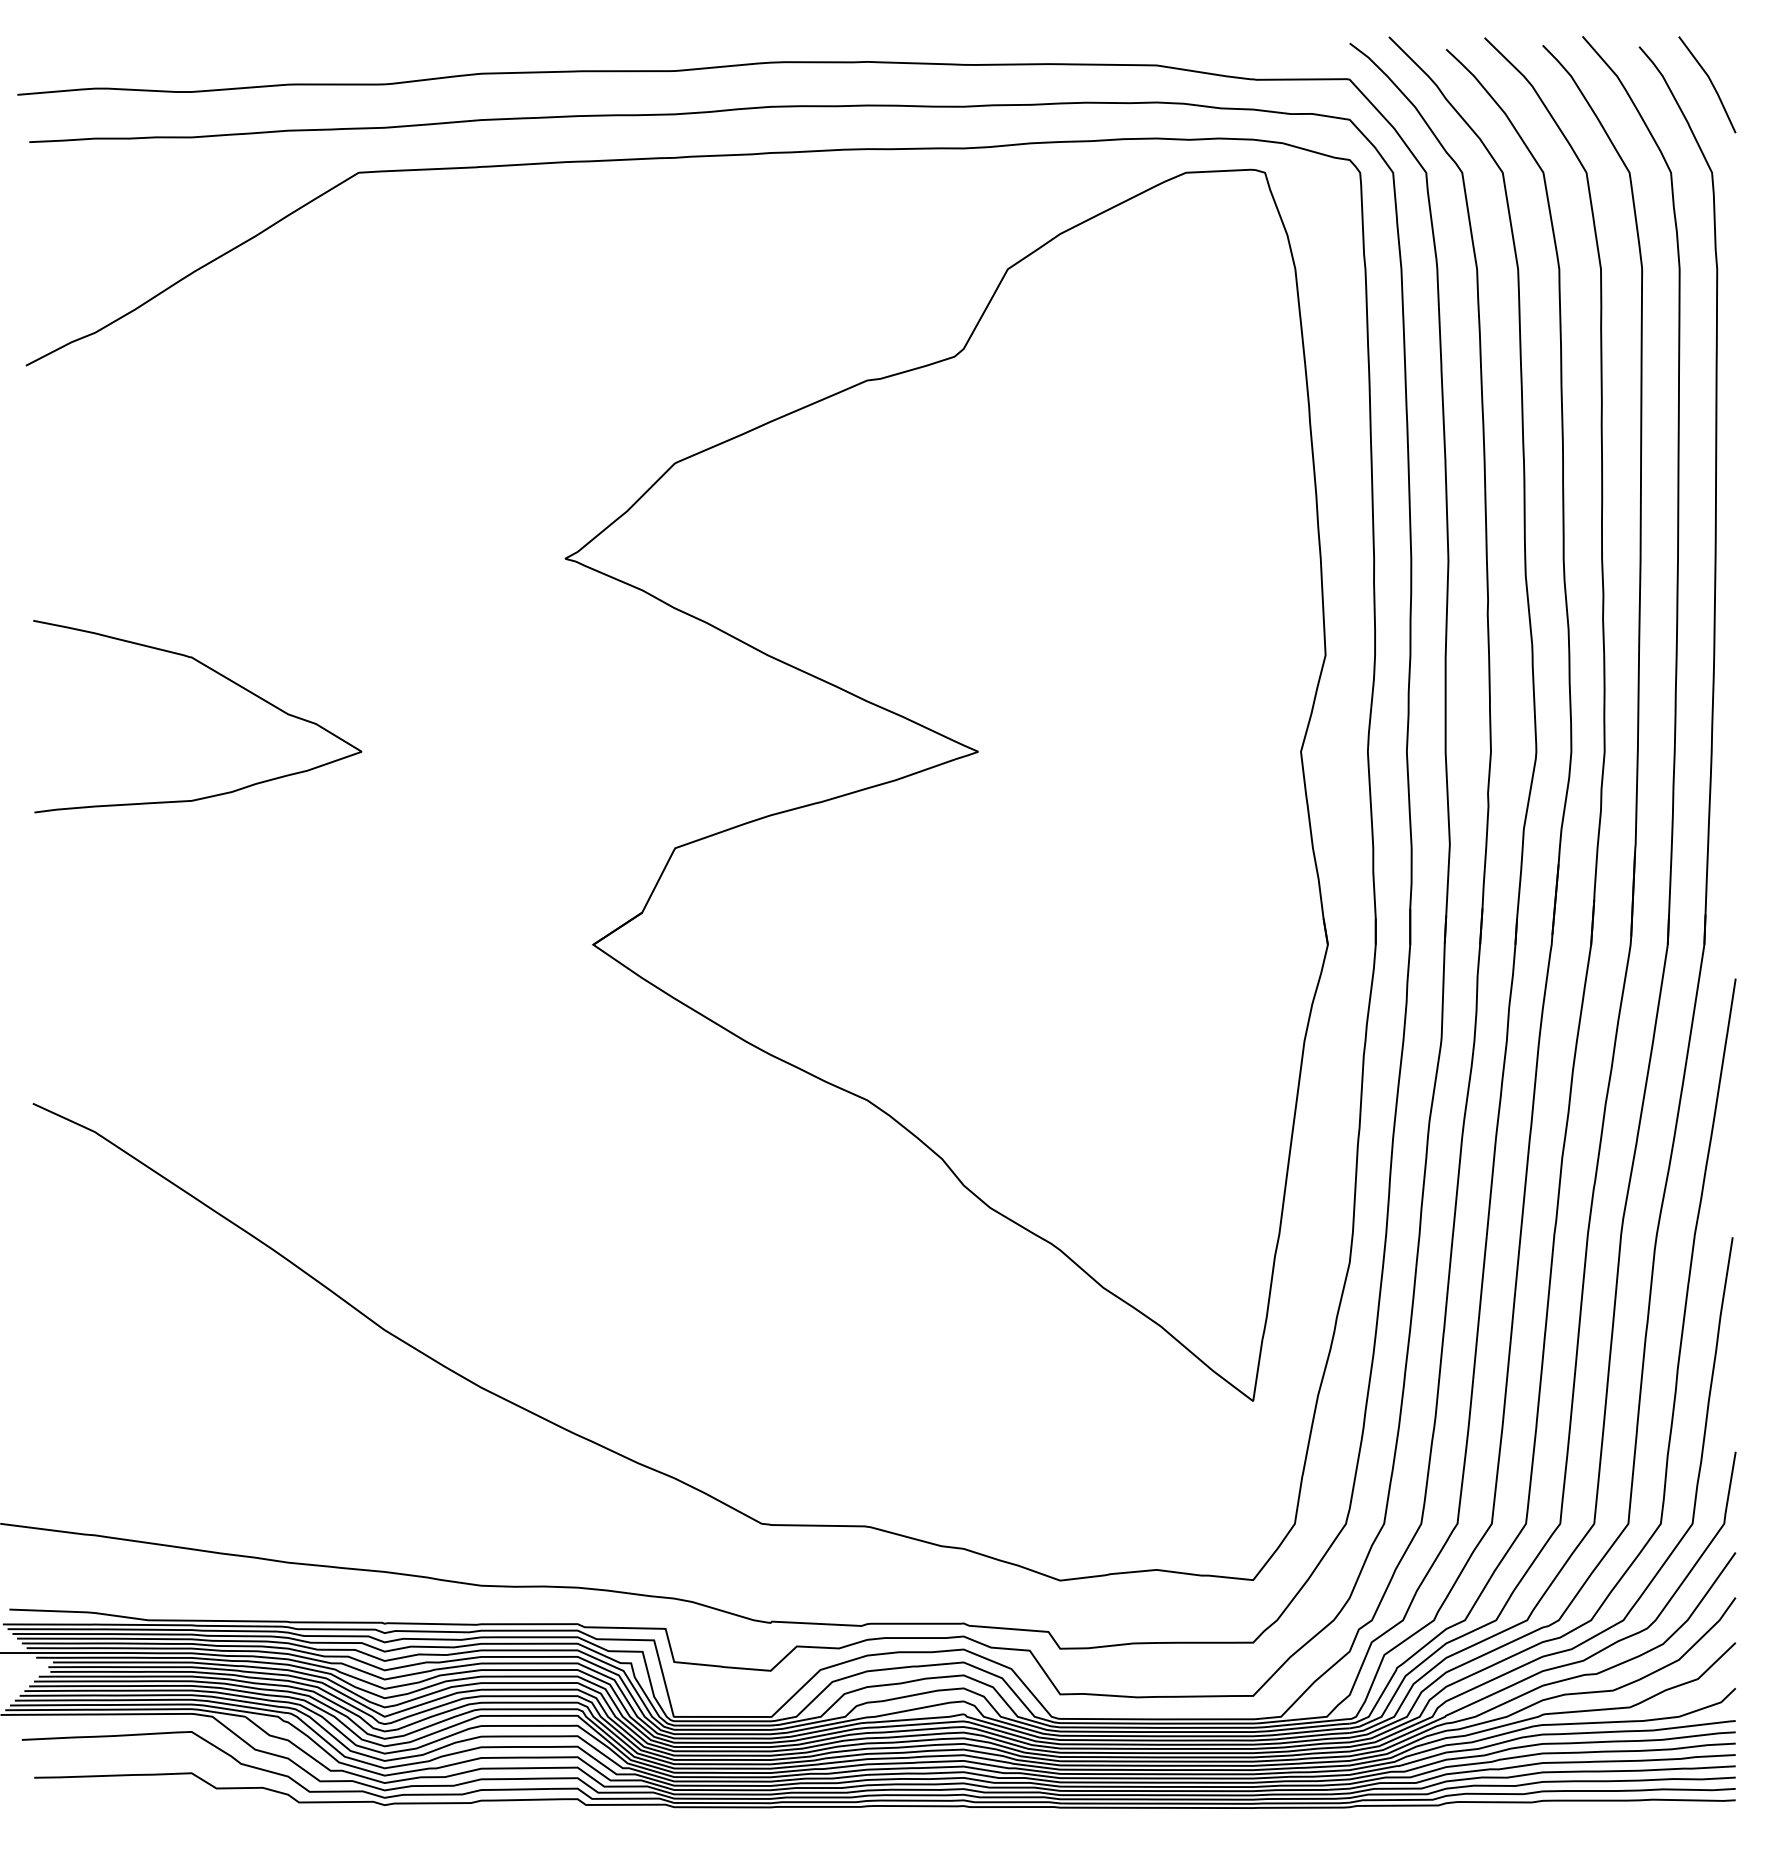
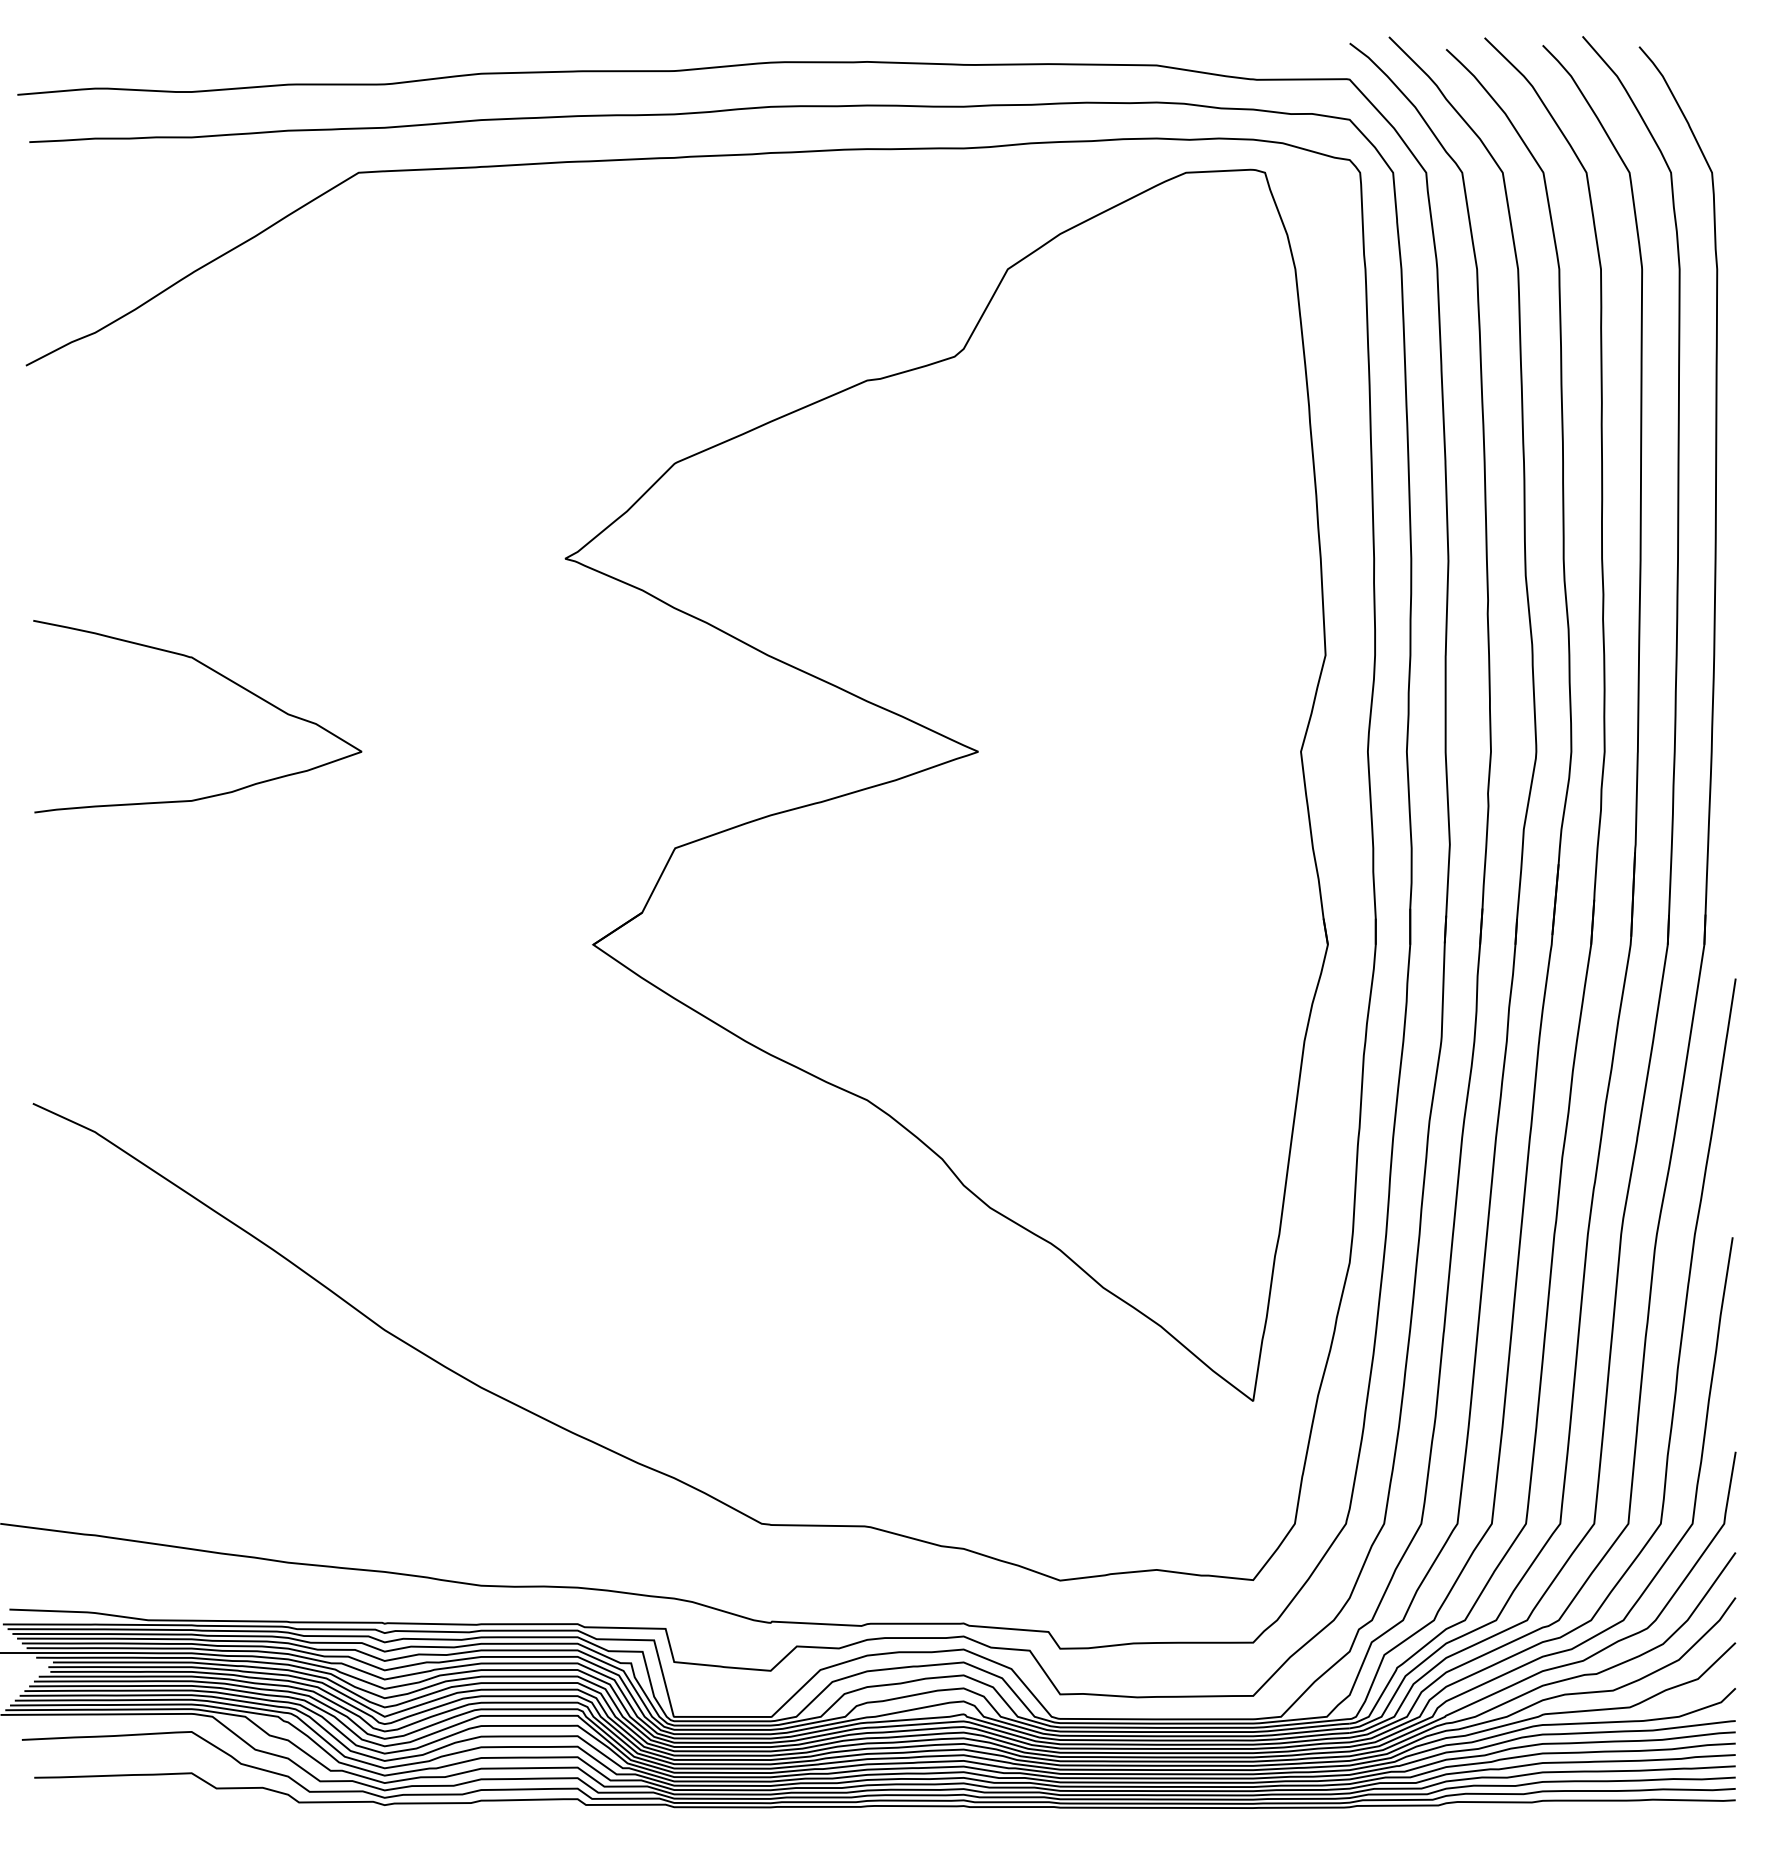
line at (1710, 82): present -> none
